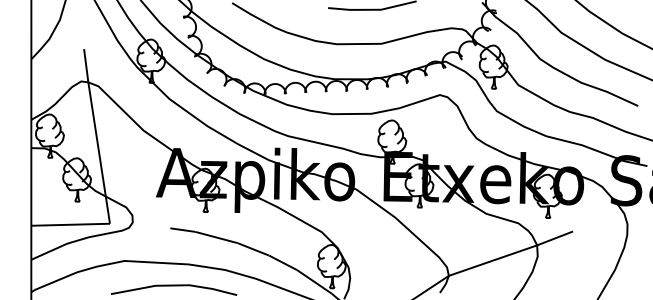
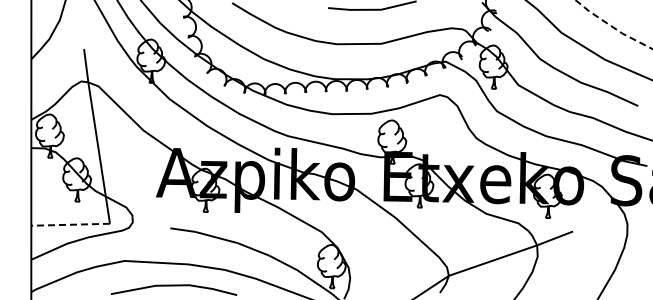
line at (612, 27): solid -> dashed
line at (70, 224): solid -> dashed
